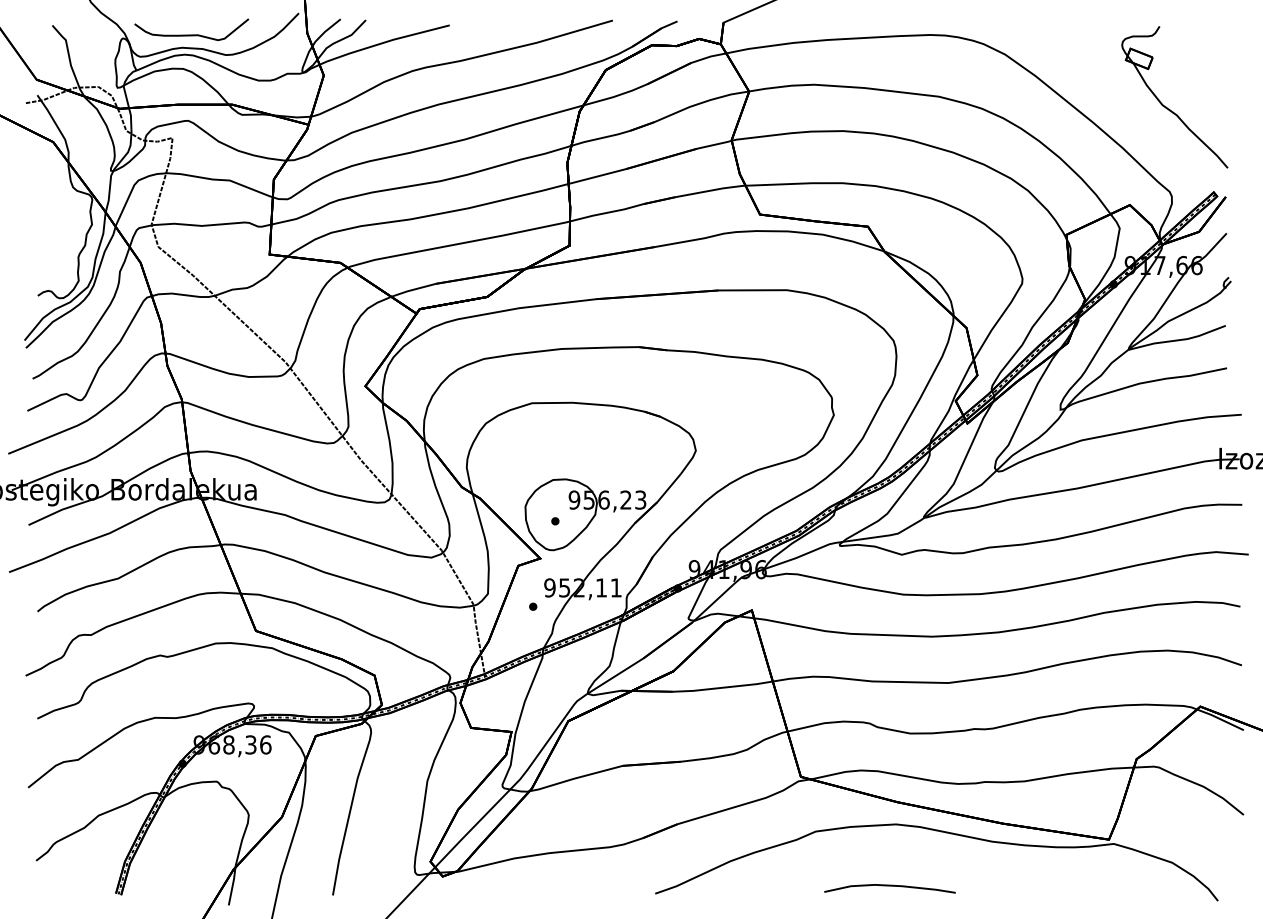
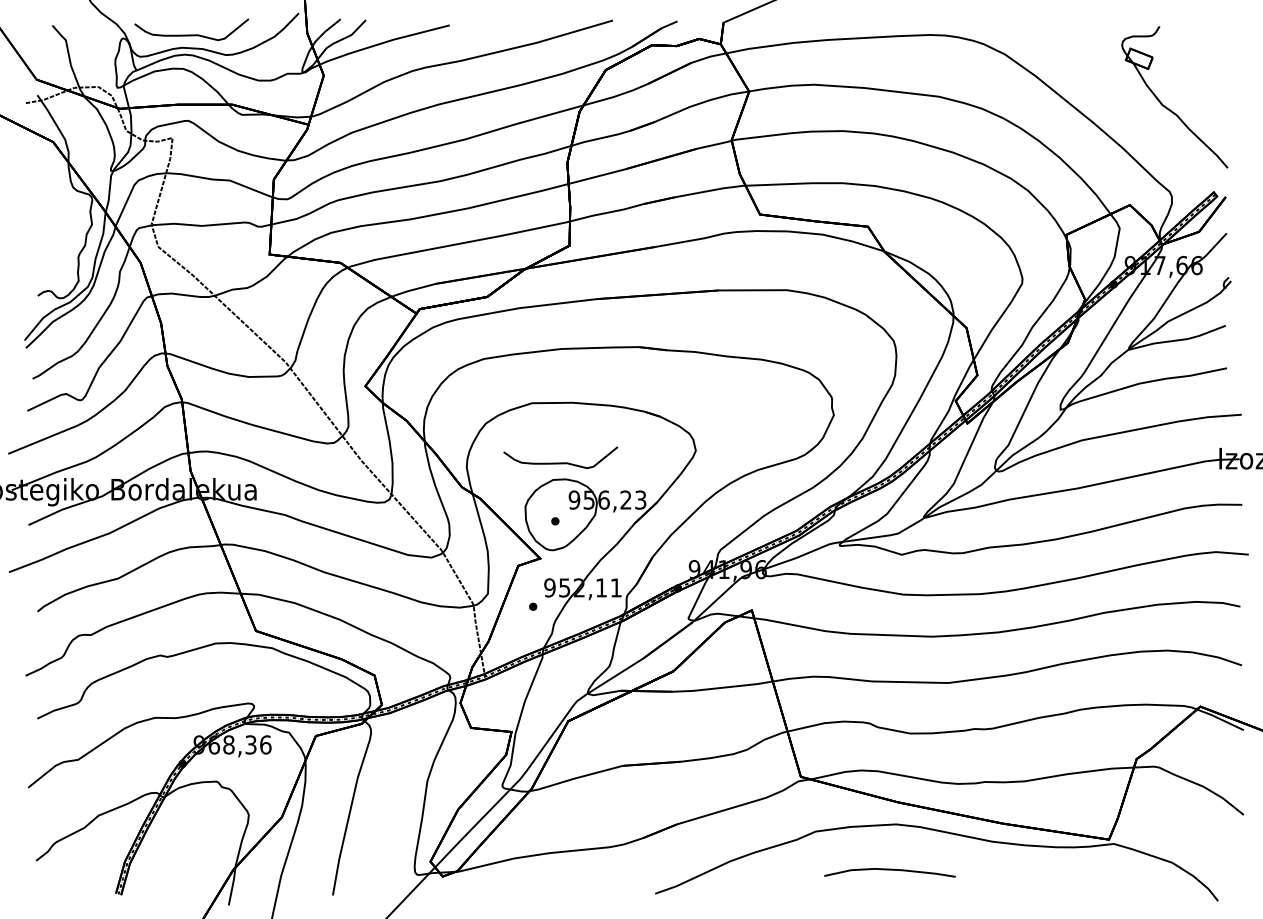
curve at (560, 462): none -> present
curve at (889, 886) position: (889, 886) -> (889, 870)
